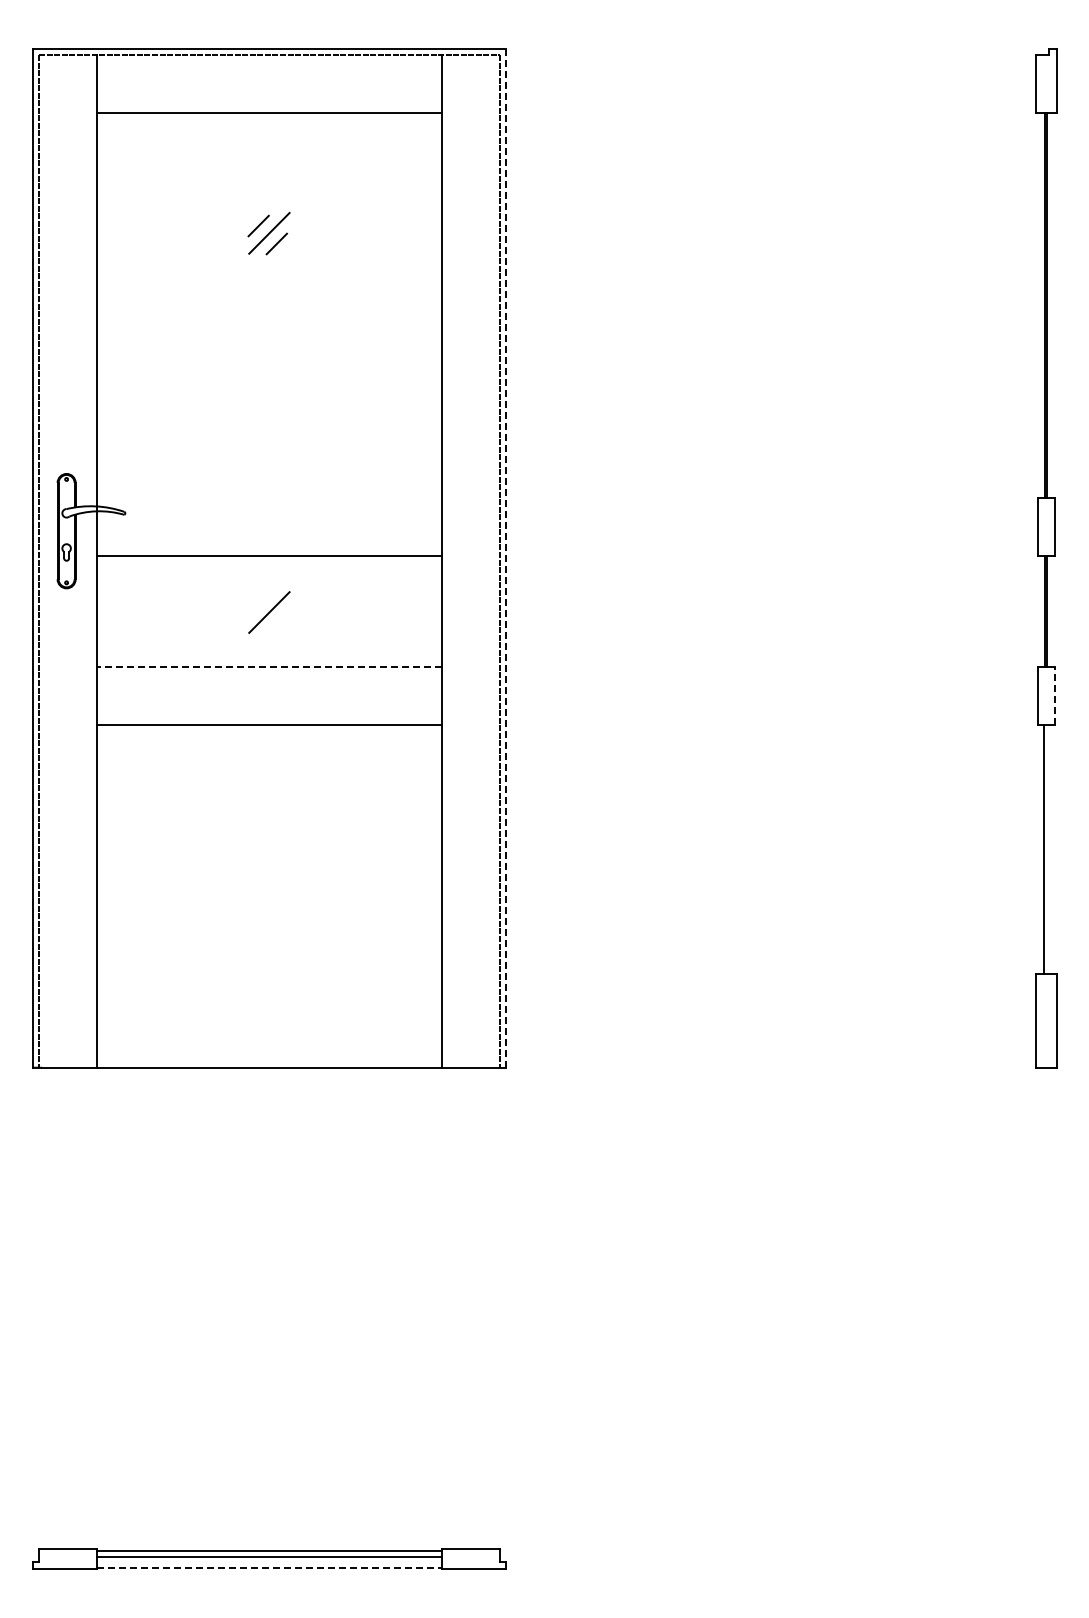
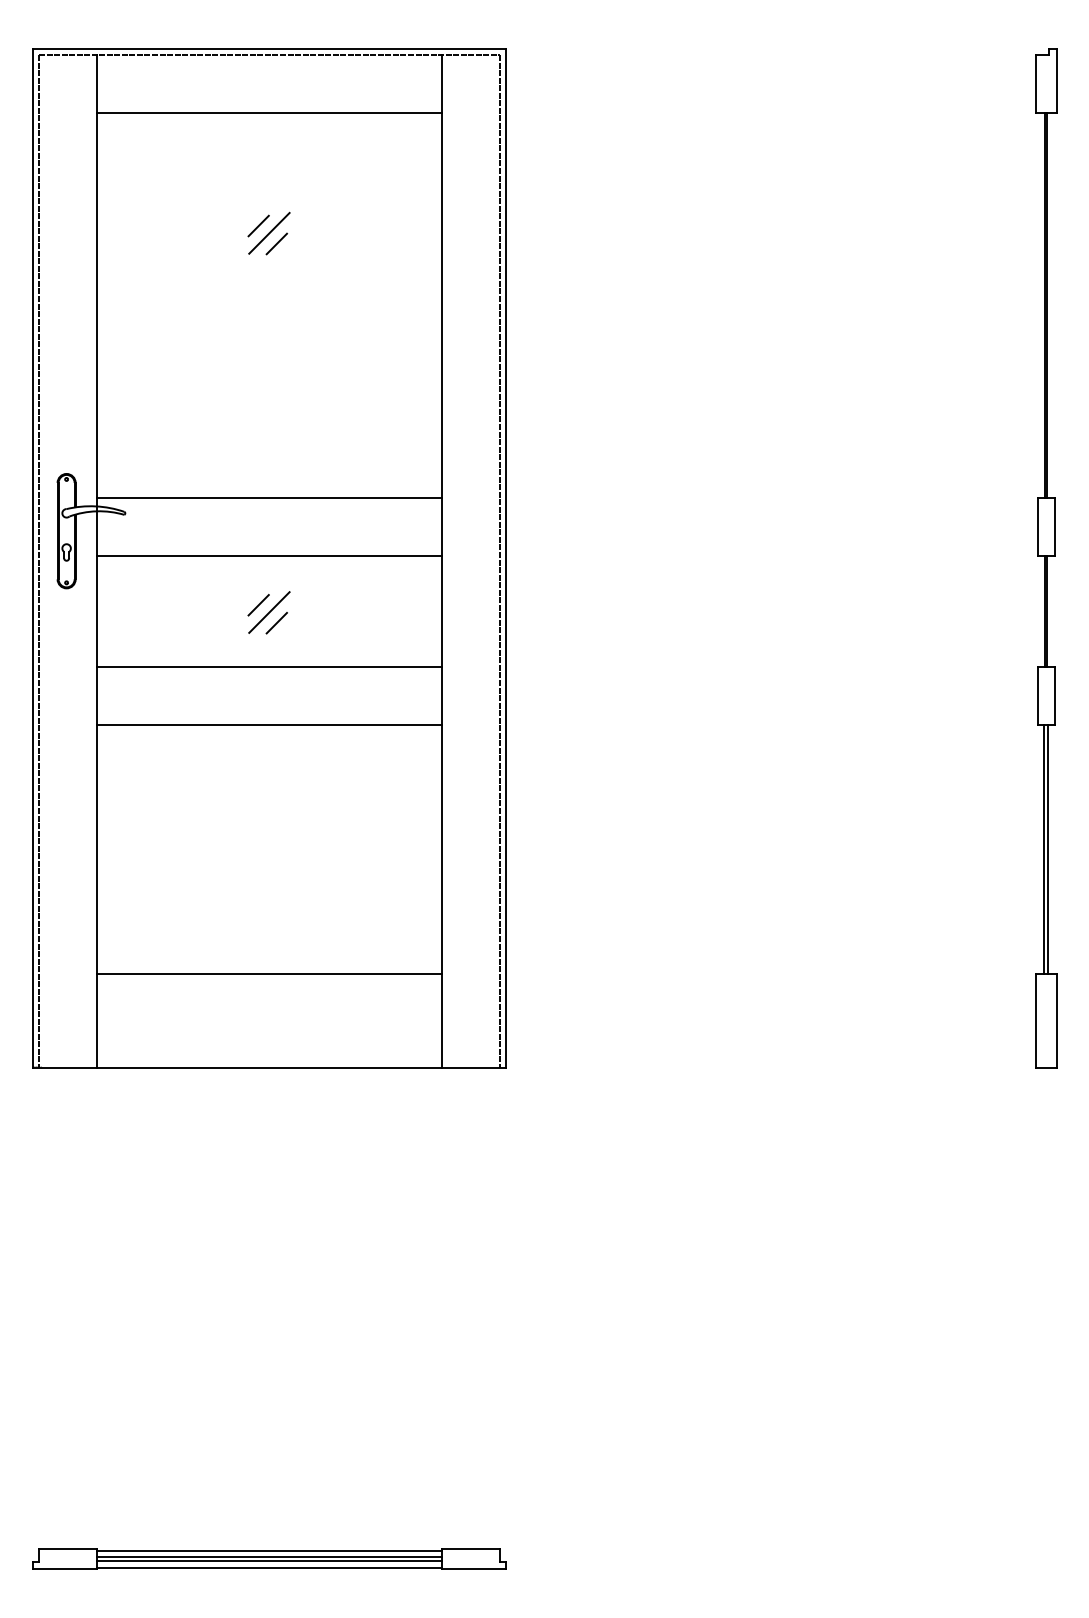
line at (269, 498): none -> present
line at (506, 558): dashed -> solid
line at (258, 605): none -> present
line at (276, 622): none -> present
line at (269, 667): dashed -> solid
line at (1055, 696): dashed -> solid
line at (1048, 849): none -> present
line at (269, 973): none -> present
line at (269, 1561): none -> present
line at (269, 1568): dashed -> solid
